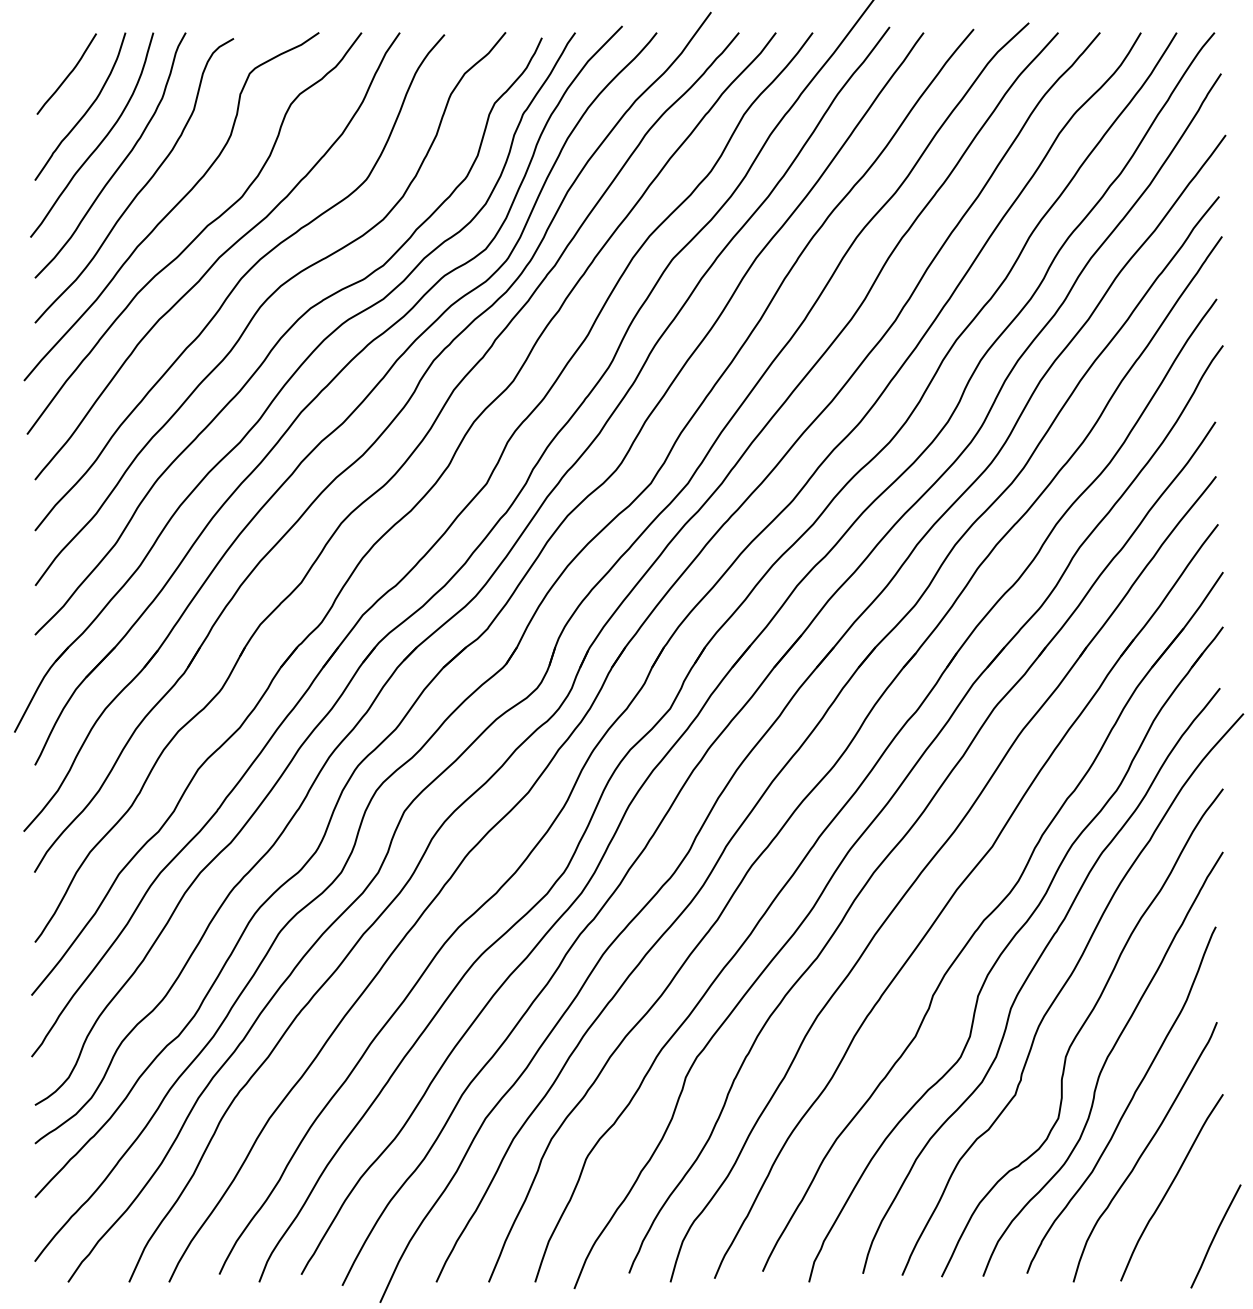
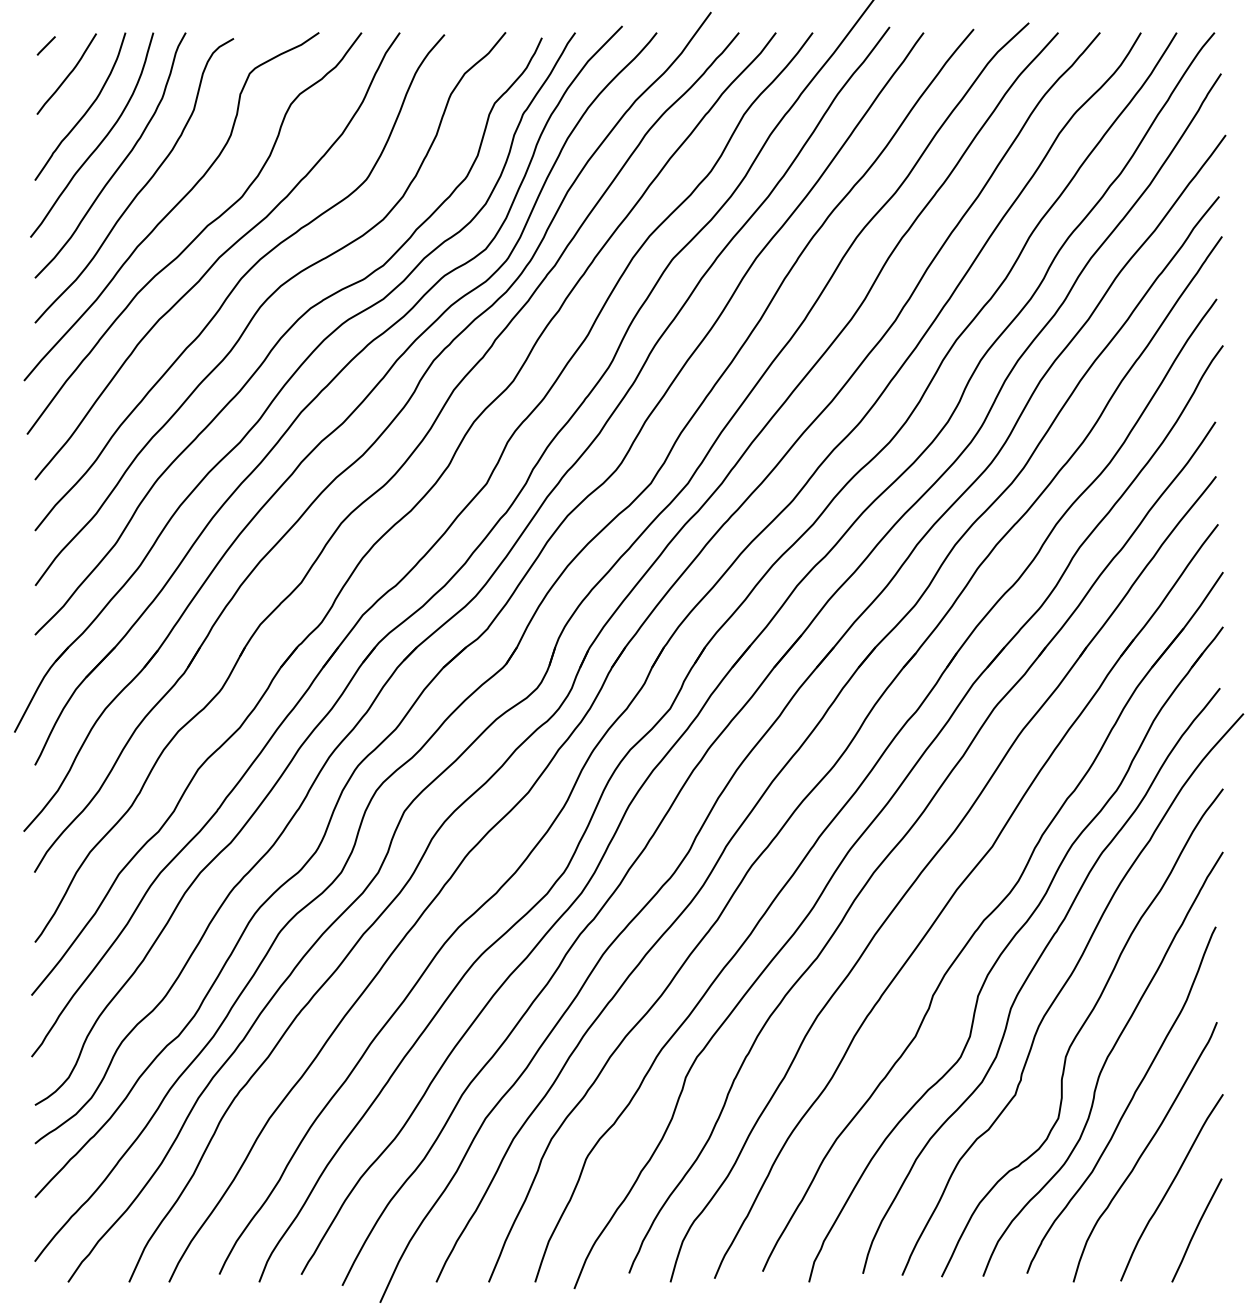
line at (45, 45): none -> present
curve at (1215, 1236) position: (1215, 1236) -> (1196, 1230)
